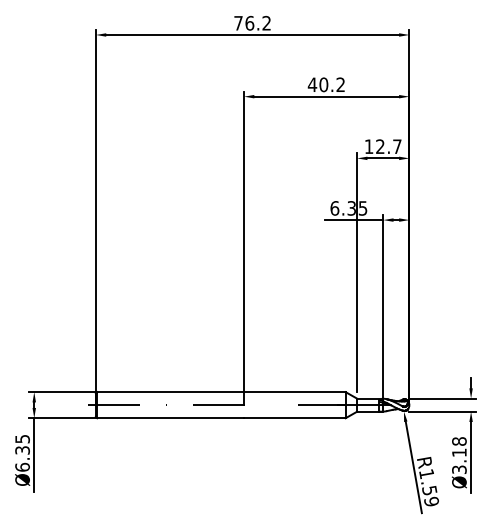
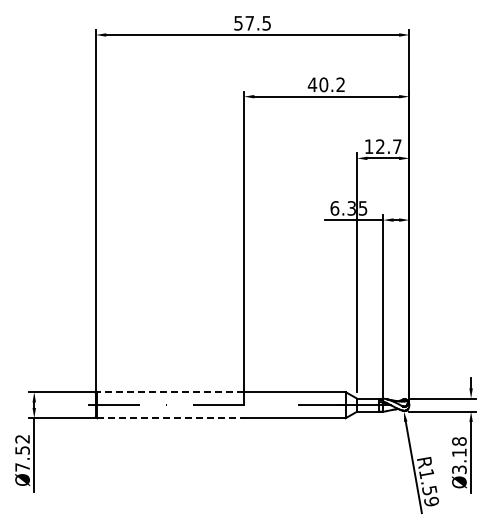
text at (252, 22): 76.2 -> 57.5
line at (170, 392): solid -> dashed
line at (171, 418): solid -> dashed
text at (22, 453): Ø6.35 -> Ø7.52
